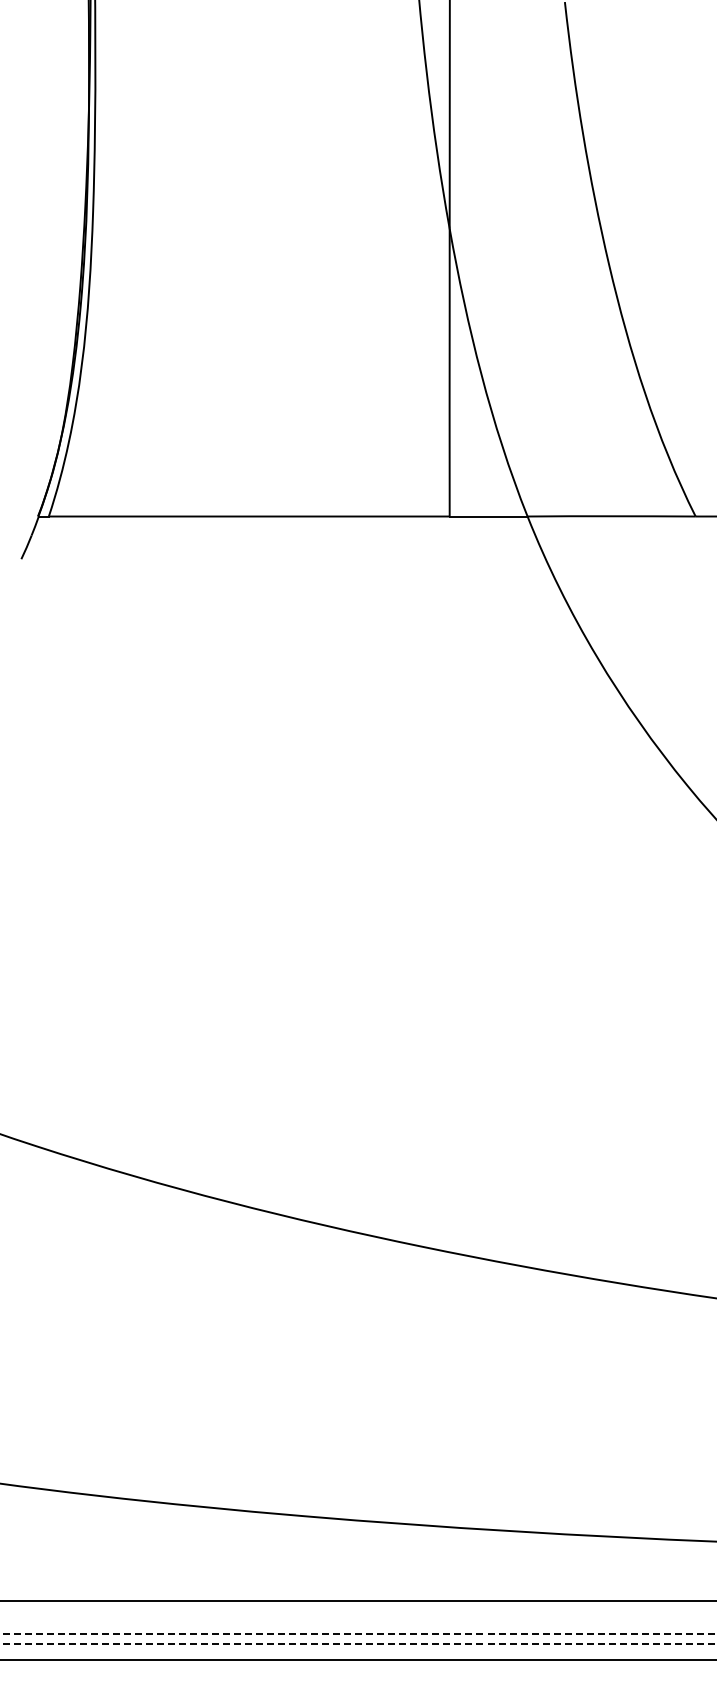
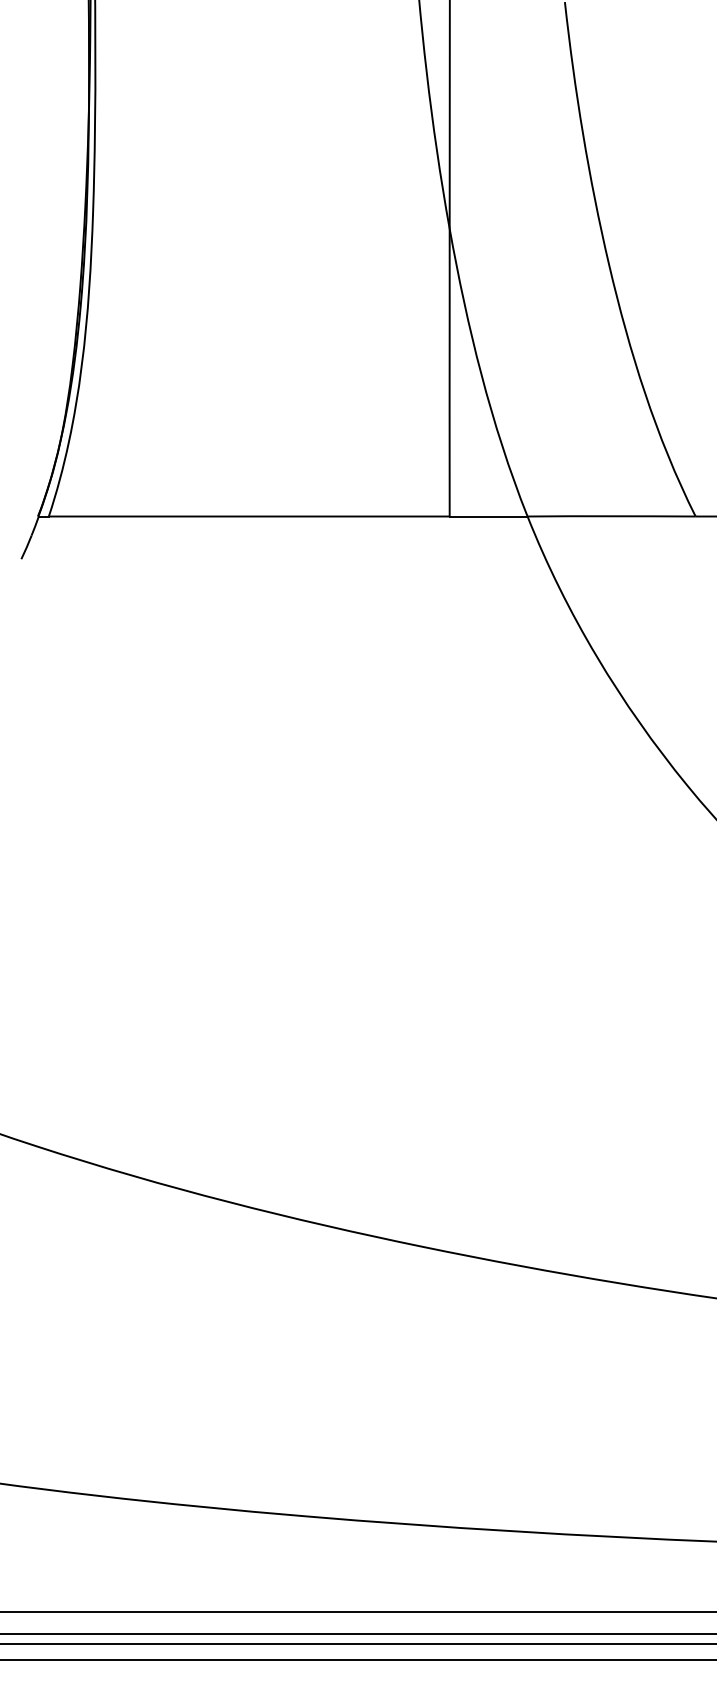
line at (357, 1601) position: (357, 1601) -> (357, 1612)
line at (358, 1634): dashed -> solid
line at (358, 1644): dashed -> solid
